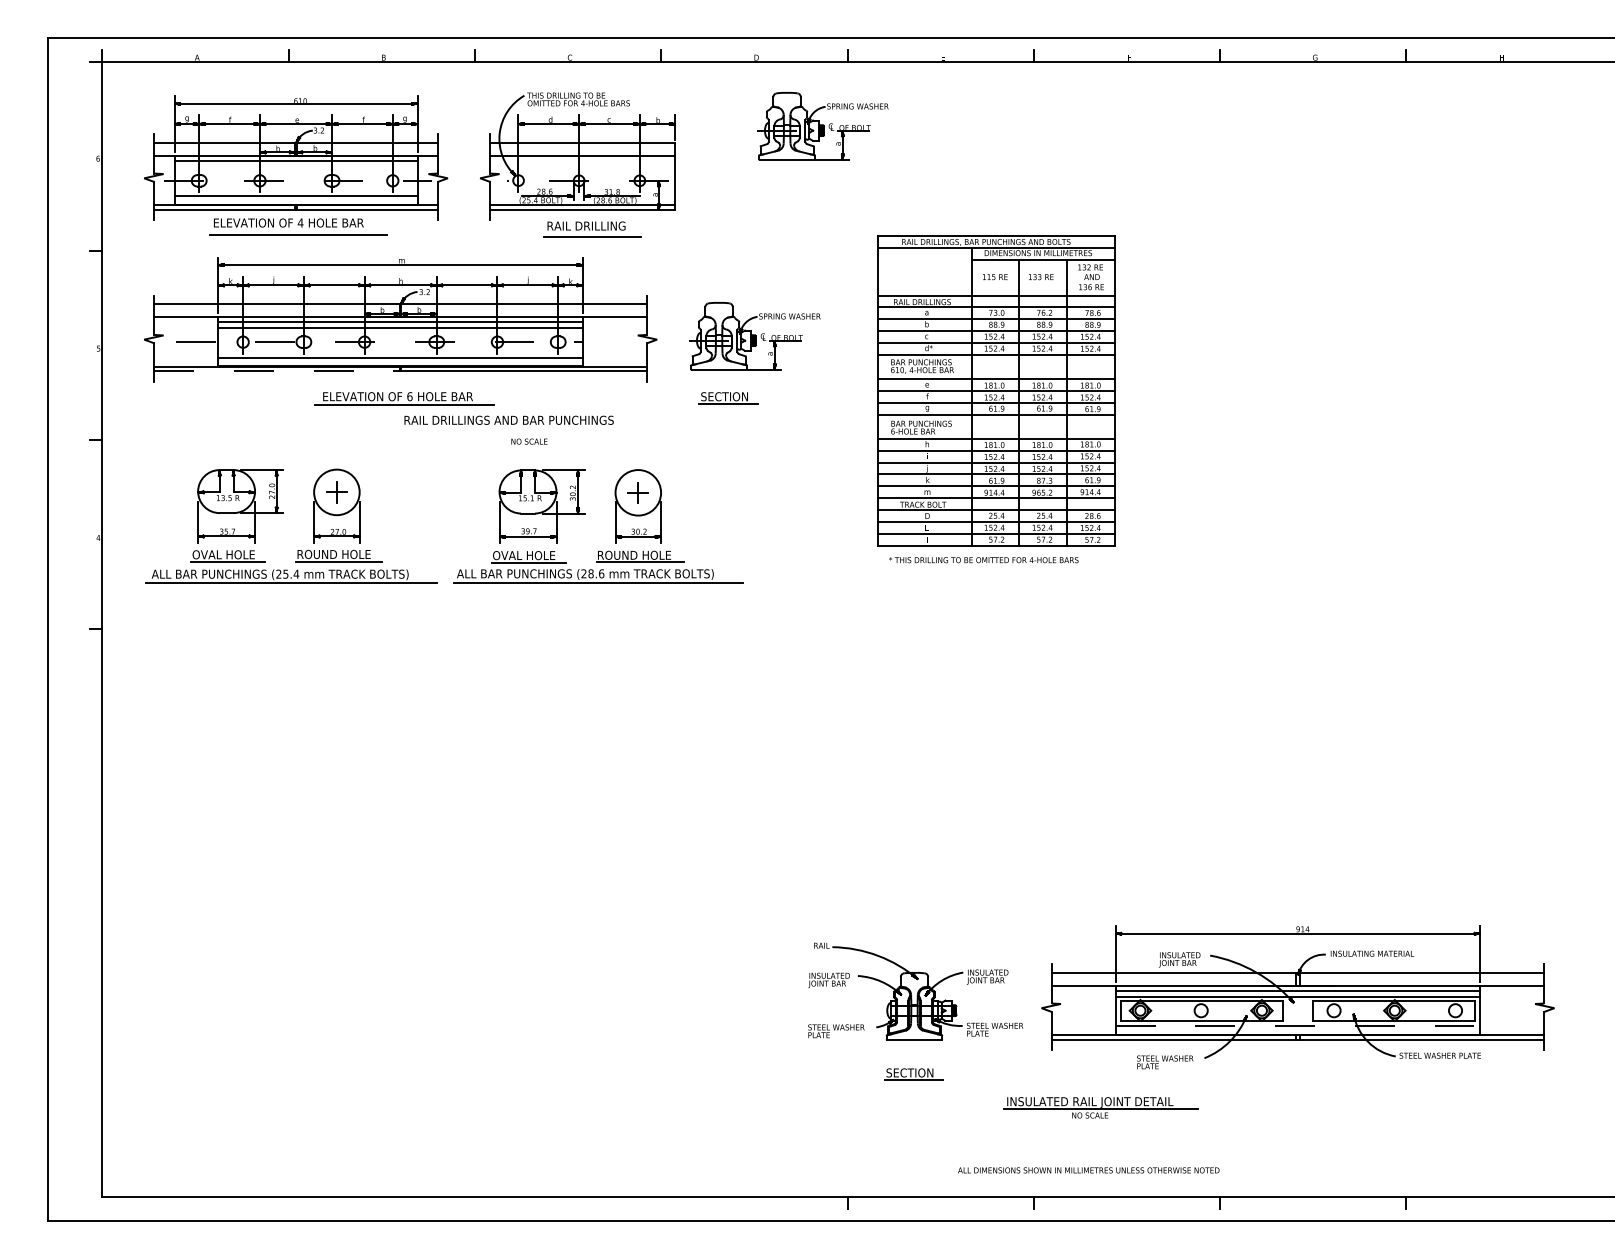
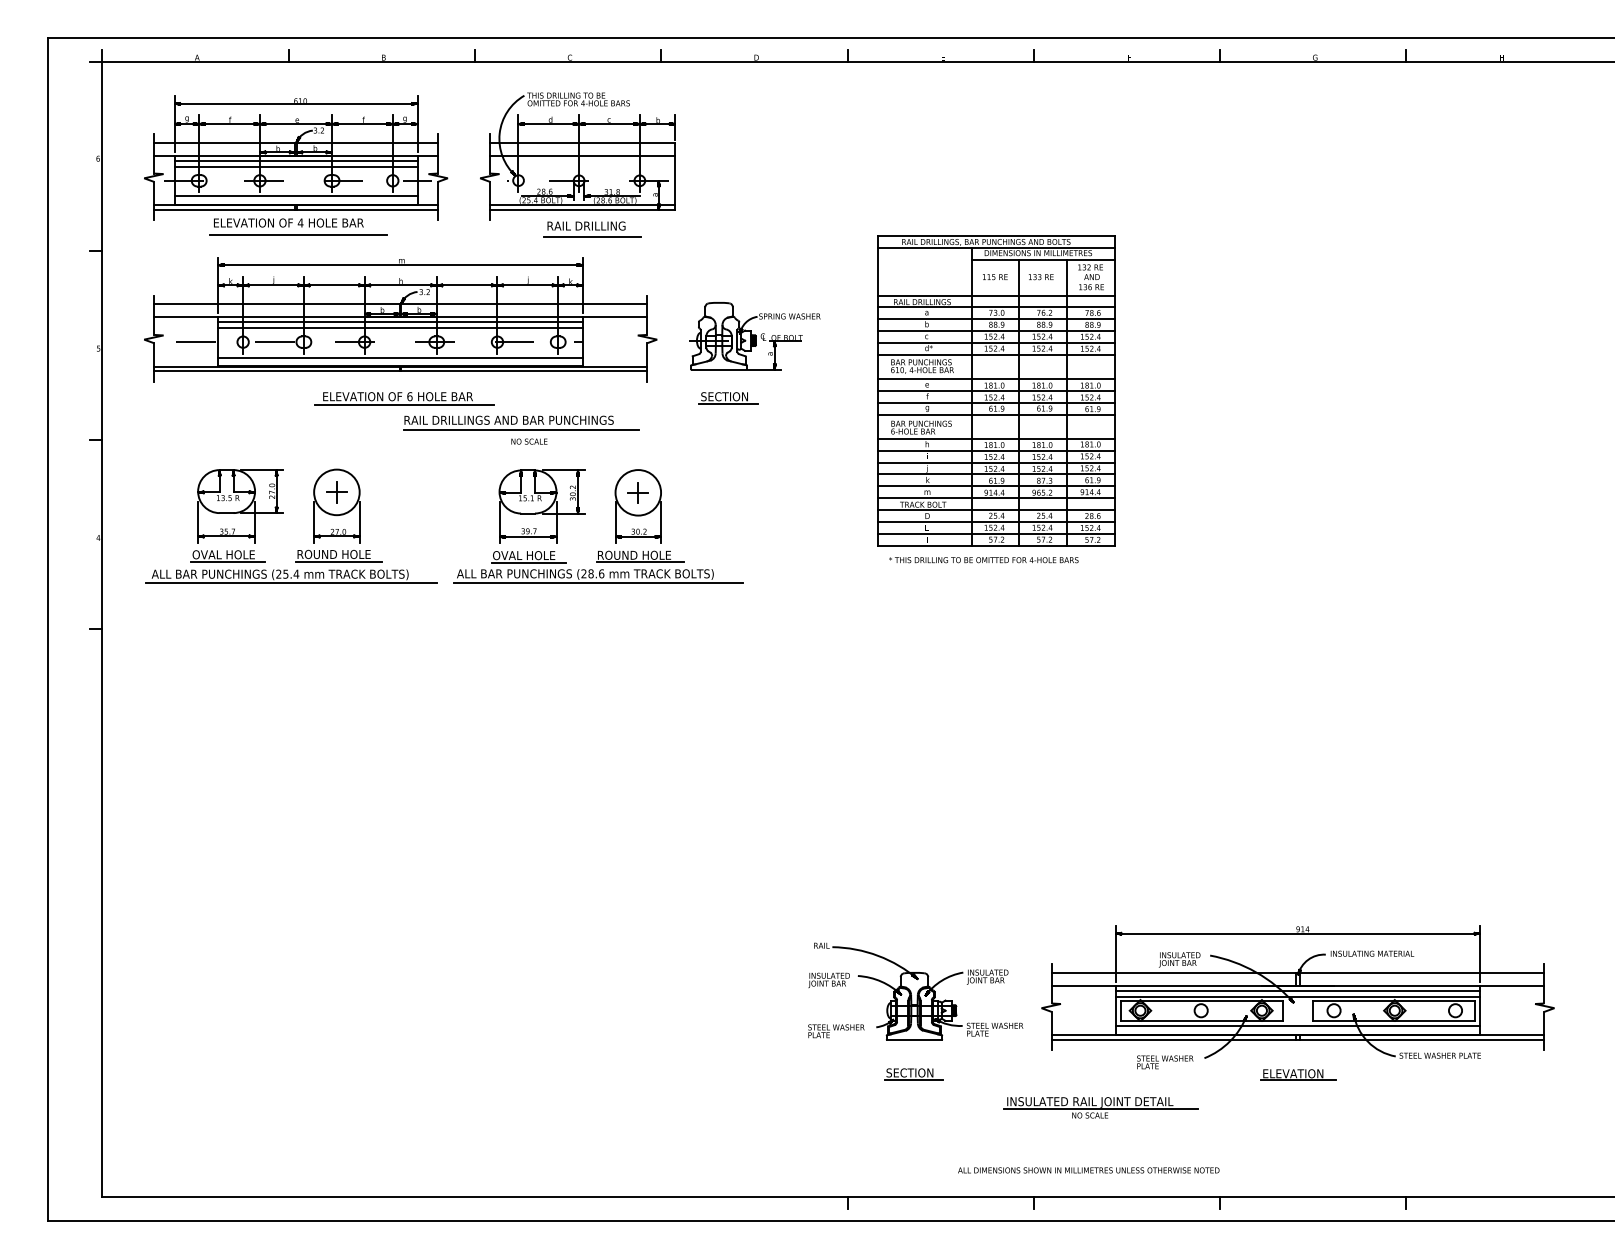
part at (822, 126): present -> none
line at (295, 166): none -> present
line at (277, 371): dashed -> solid
line at (520, 430): none -> present
line at (1298, 1026): dashed -> solid
part at (1298, 1074): none -> present
